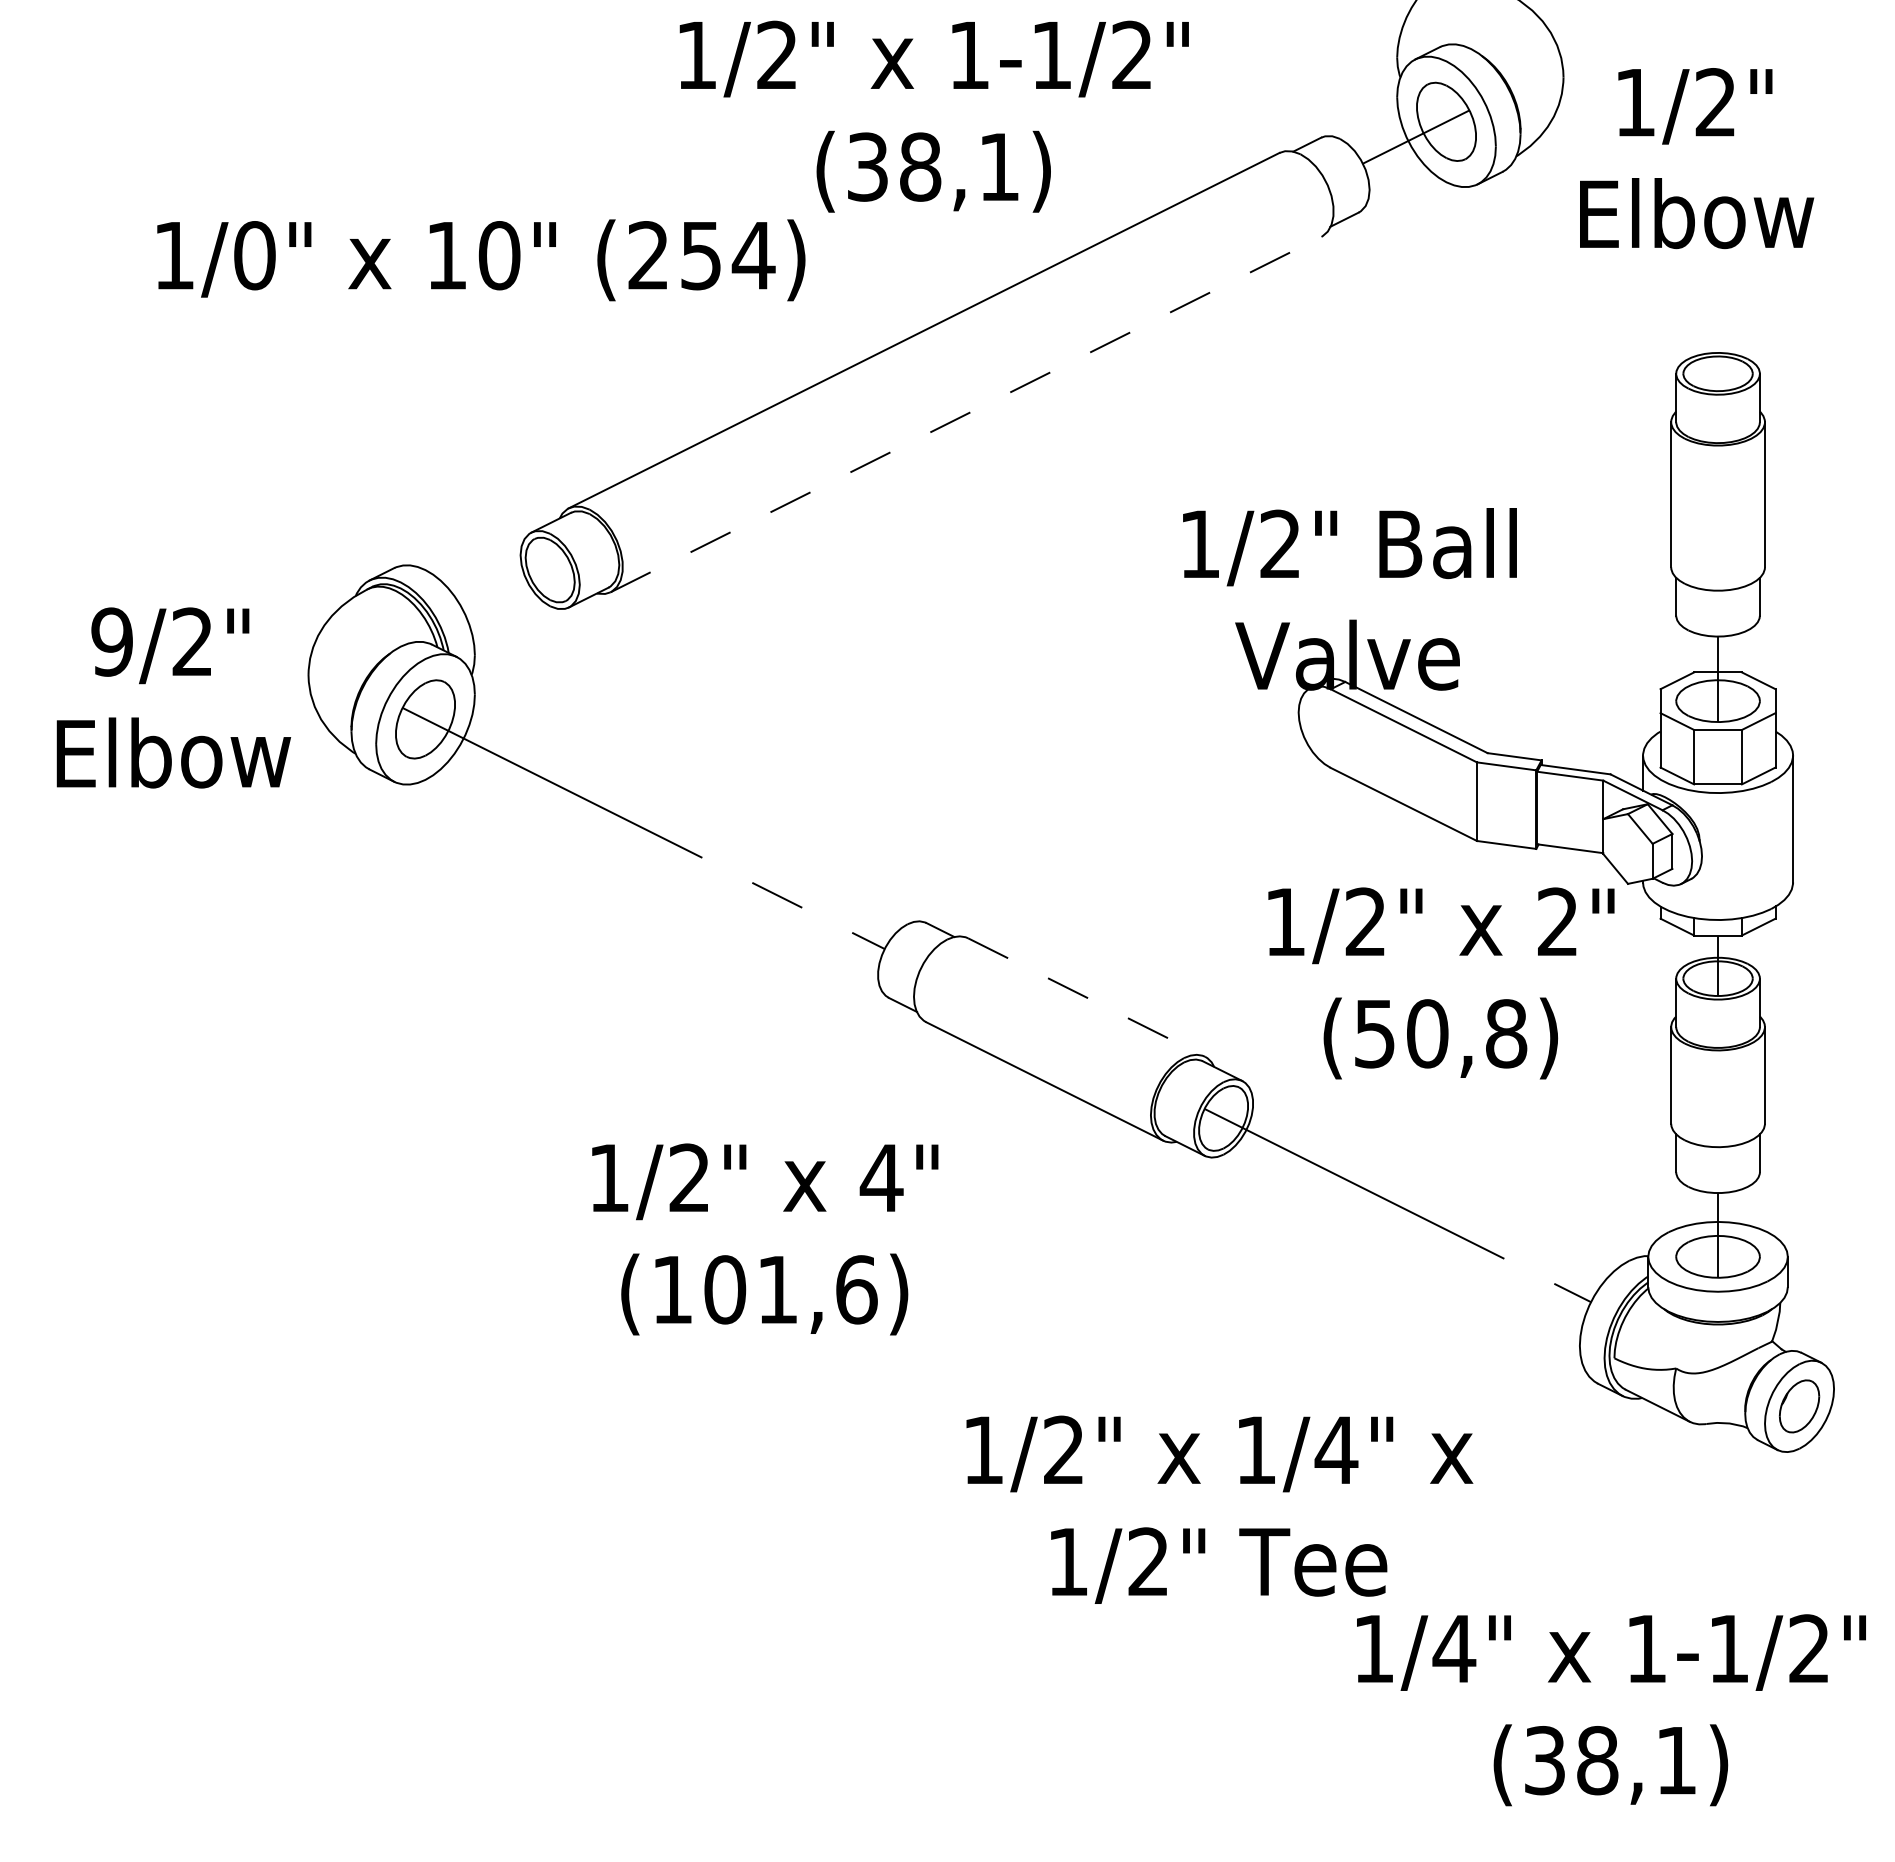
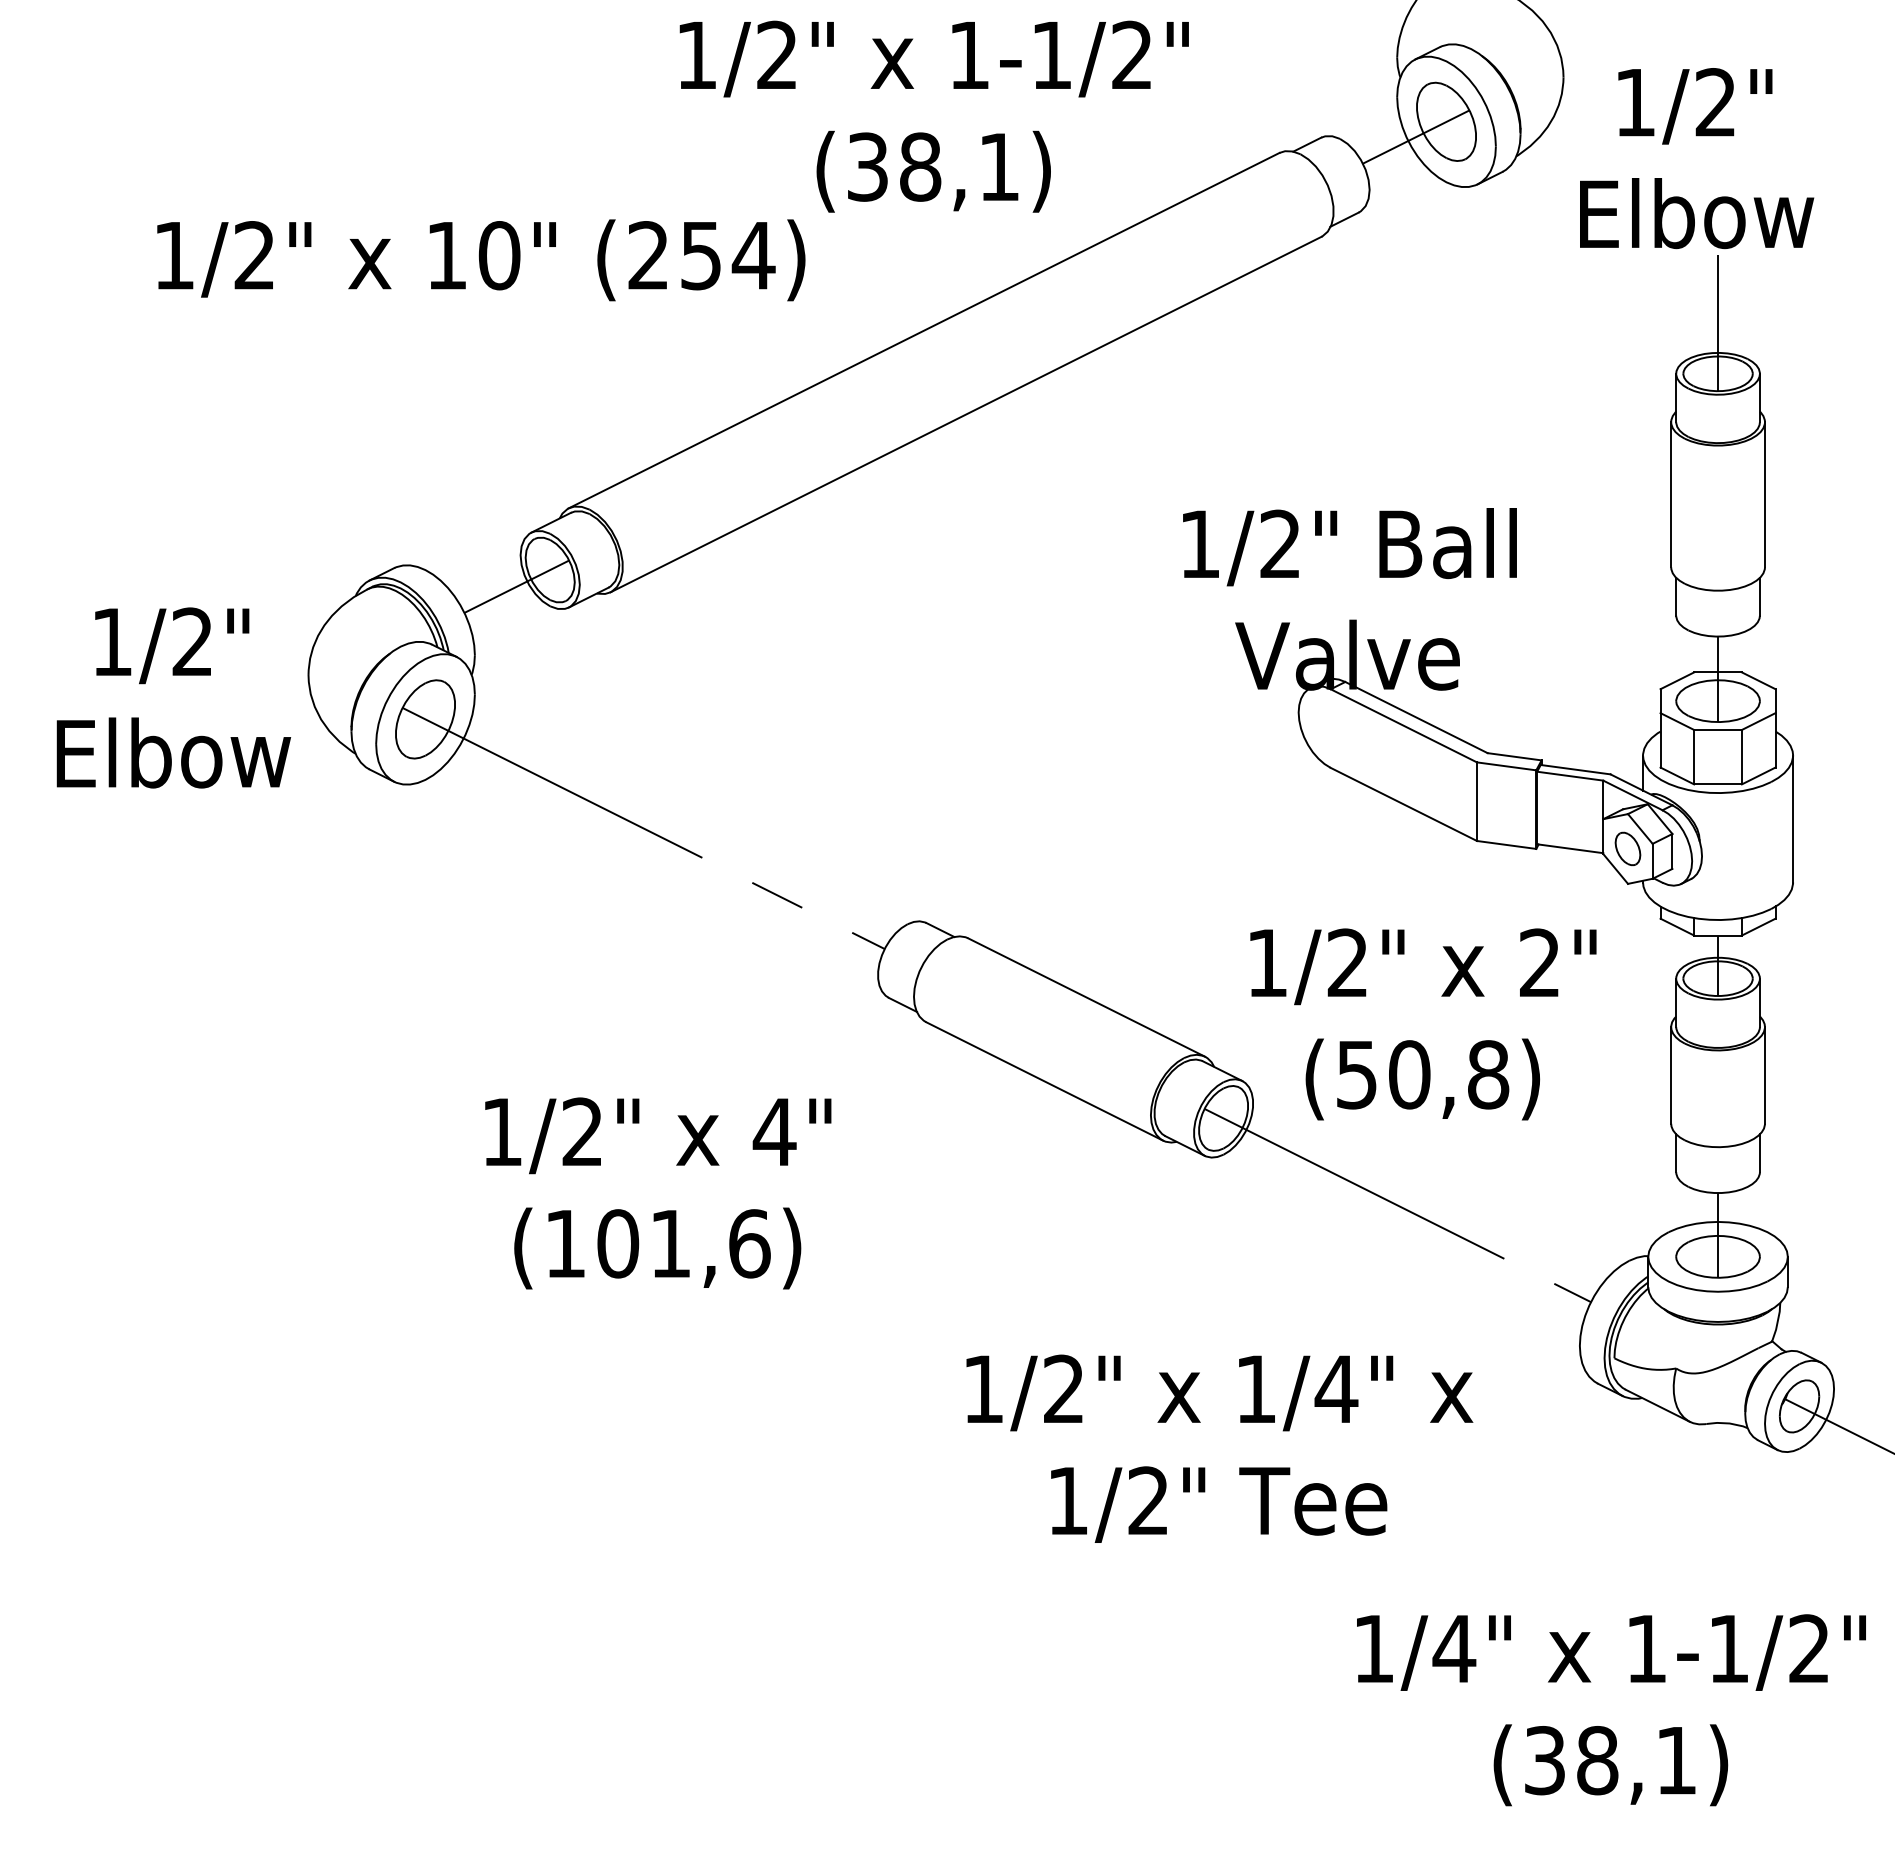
text at (254, 255): 1/0" -> 1/2"
line at (1718, 323): none -> present
line at (966, 414): dashed -> solid
line at (516, 586): none -> present
text at (111, 641): 9/2" -> 1/2"
part at (1627, 848): none -> present
text at (1441, 983) position: (1441, 983) -> (1423, 1024)
line at (1087, 997): dashed -> solid
text at (765, 1239) position: (765, 1239) -> (658, 1193)
line at (1837, 1425): none -> present
text at (1219, 1509) position: (1219, 1509) -> (1219, 1448)
